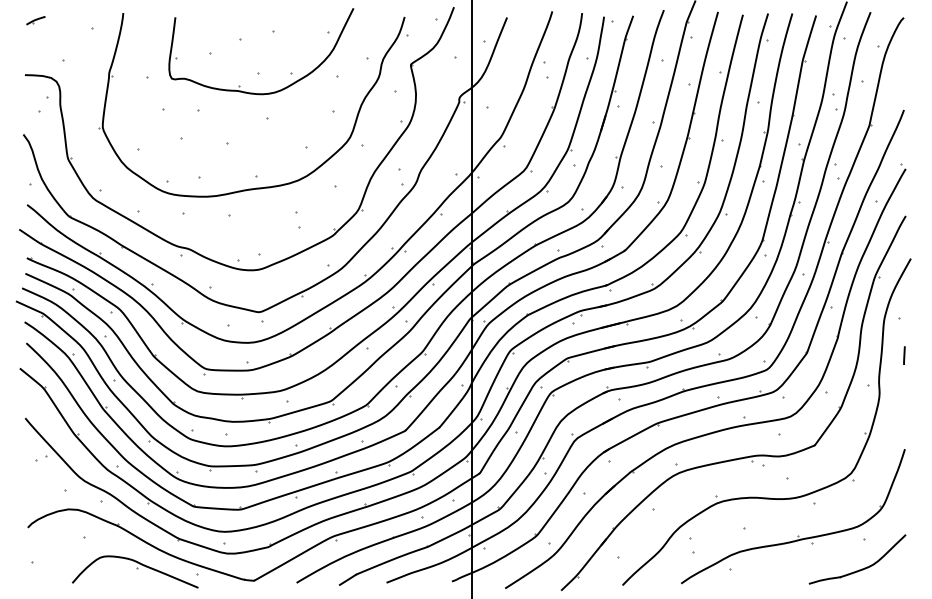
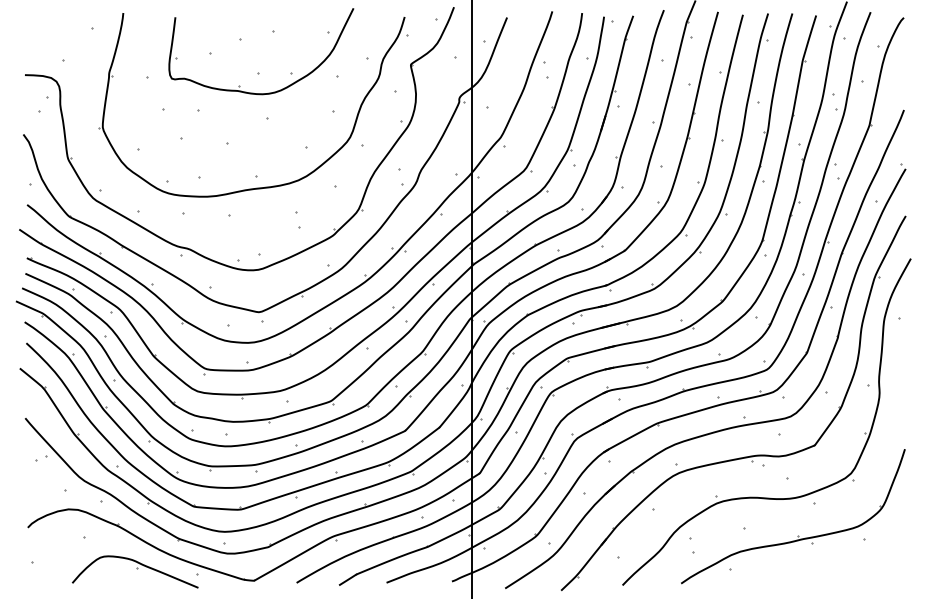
part at (35, 20): present -> none
line at (904, 355): present -> none
part at (859, 569): present -> none
